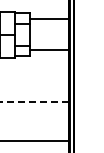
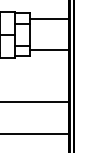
line at (34, 102): dashed -> solid
line at (35, 140) position: (35, 140) -> (35, 133)
